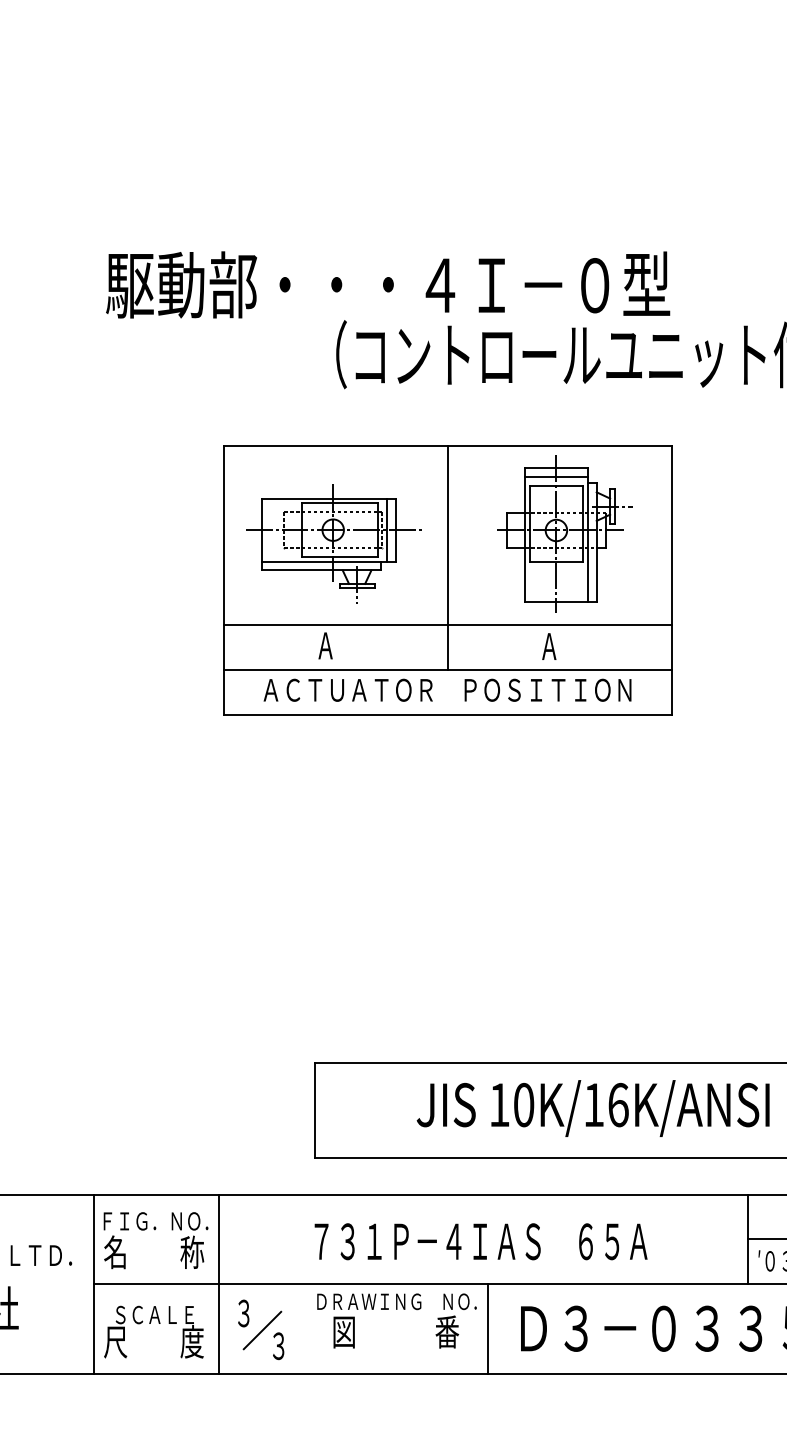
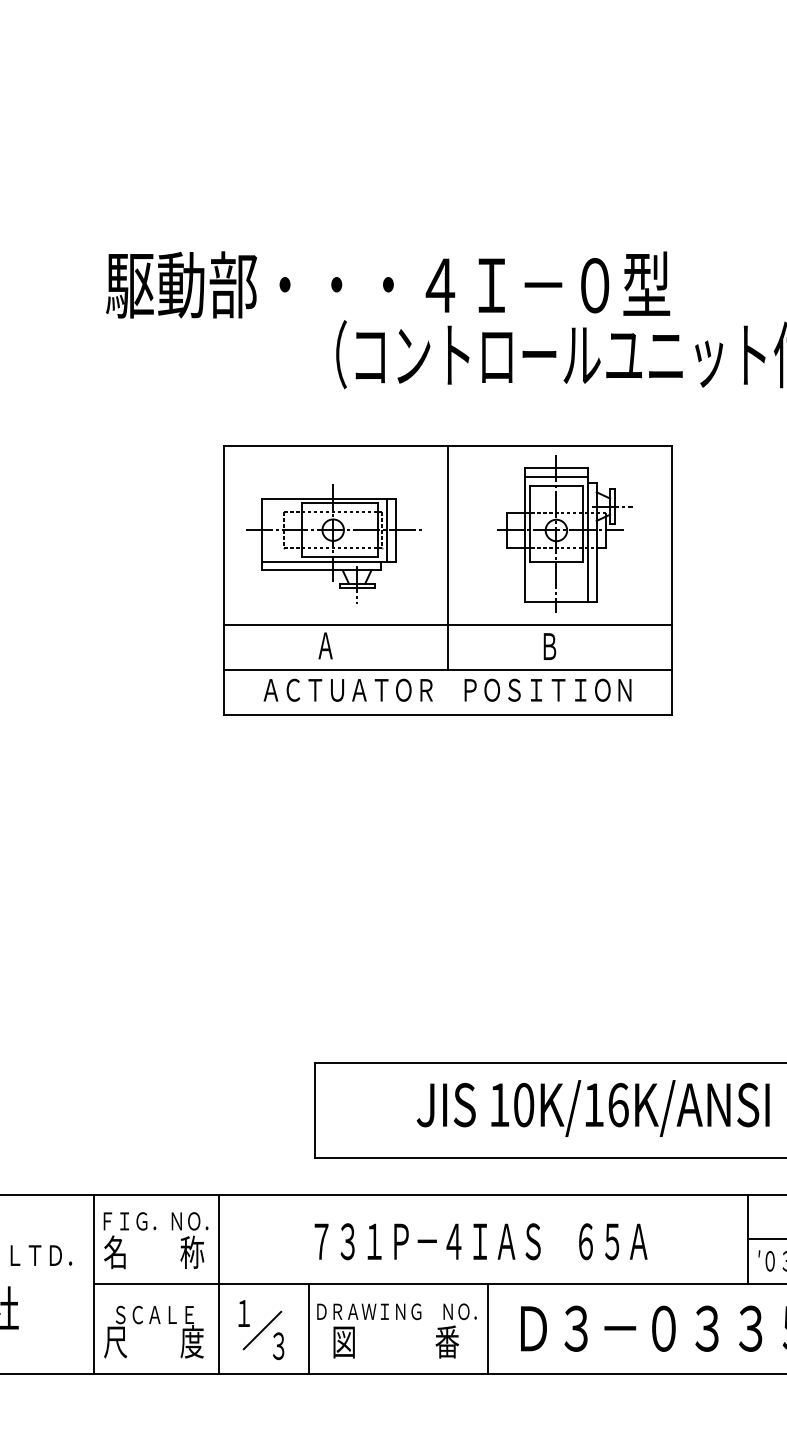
text at (549, 646): Ａ -> Ｂ
text at (243, 1313): ３ -> １
text at (396, 1320) position: (396, 1320) -> (396, 1330)
line at (308, 1328): none -> present
